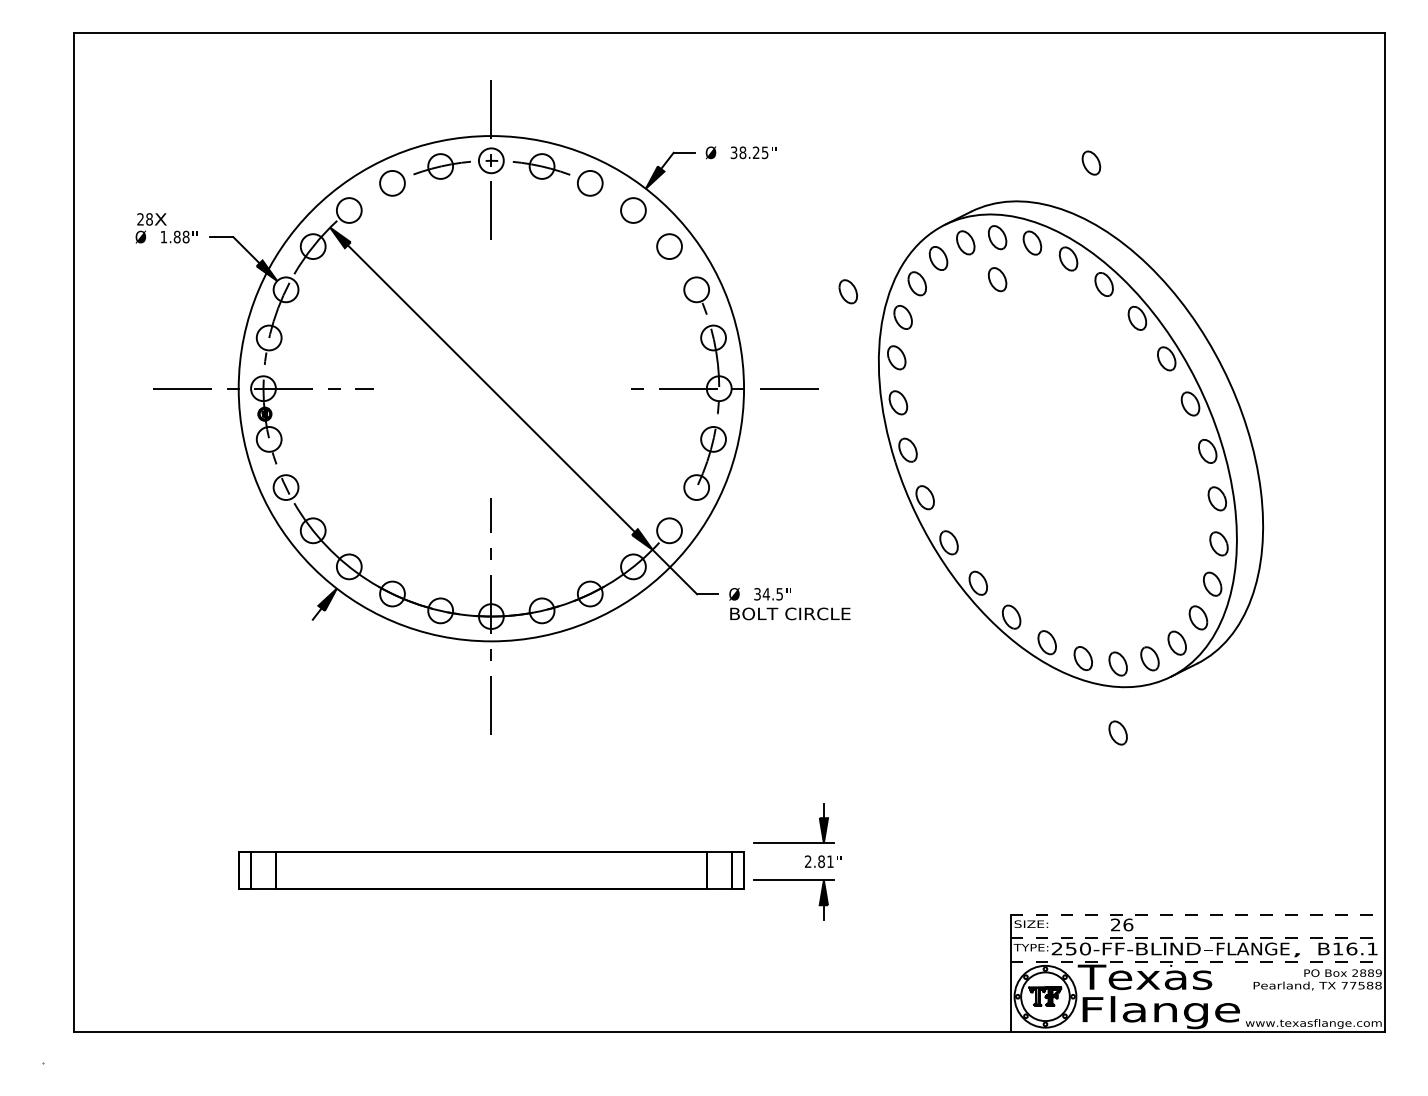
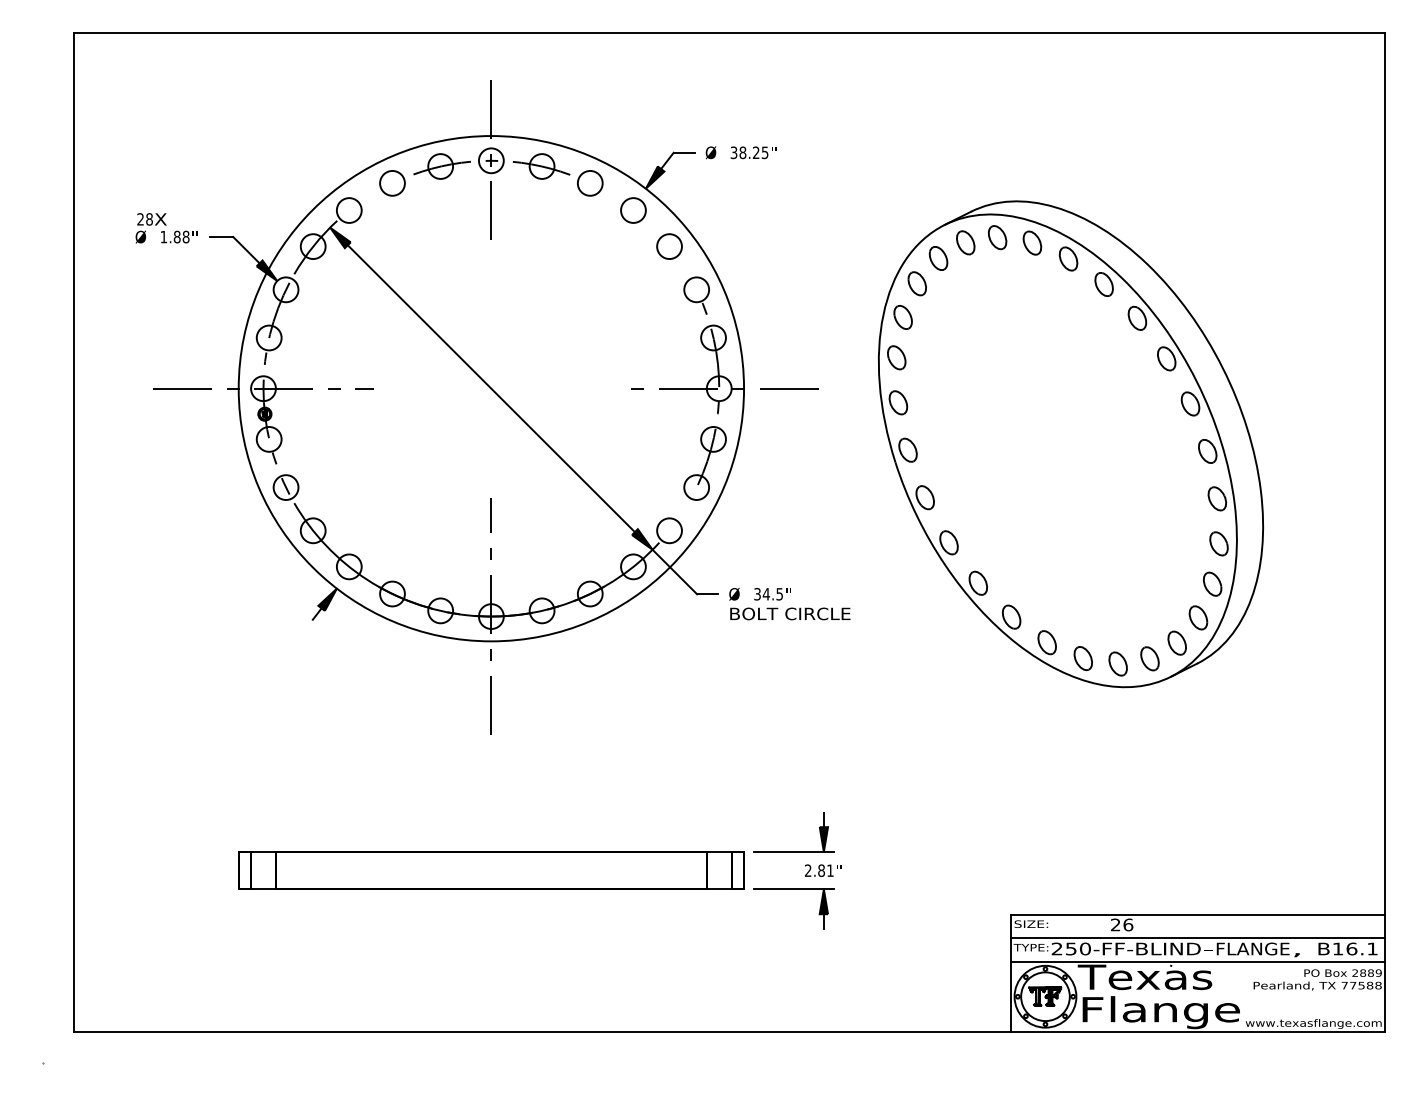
part at (1091, 162): present -> none
part at (997, 279): present -> none
part at (847, 291): present -> none
part at (1117, 732): present -> none
part at (805, 857) position: (805, 857) -> (805, 866)
line at (1198, 914): dashed -> solid
line at (1198, 938): dashed -> solid
line at (1198, 961): dashed -> solid
